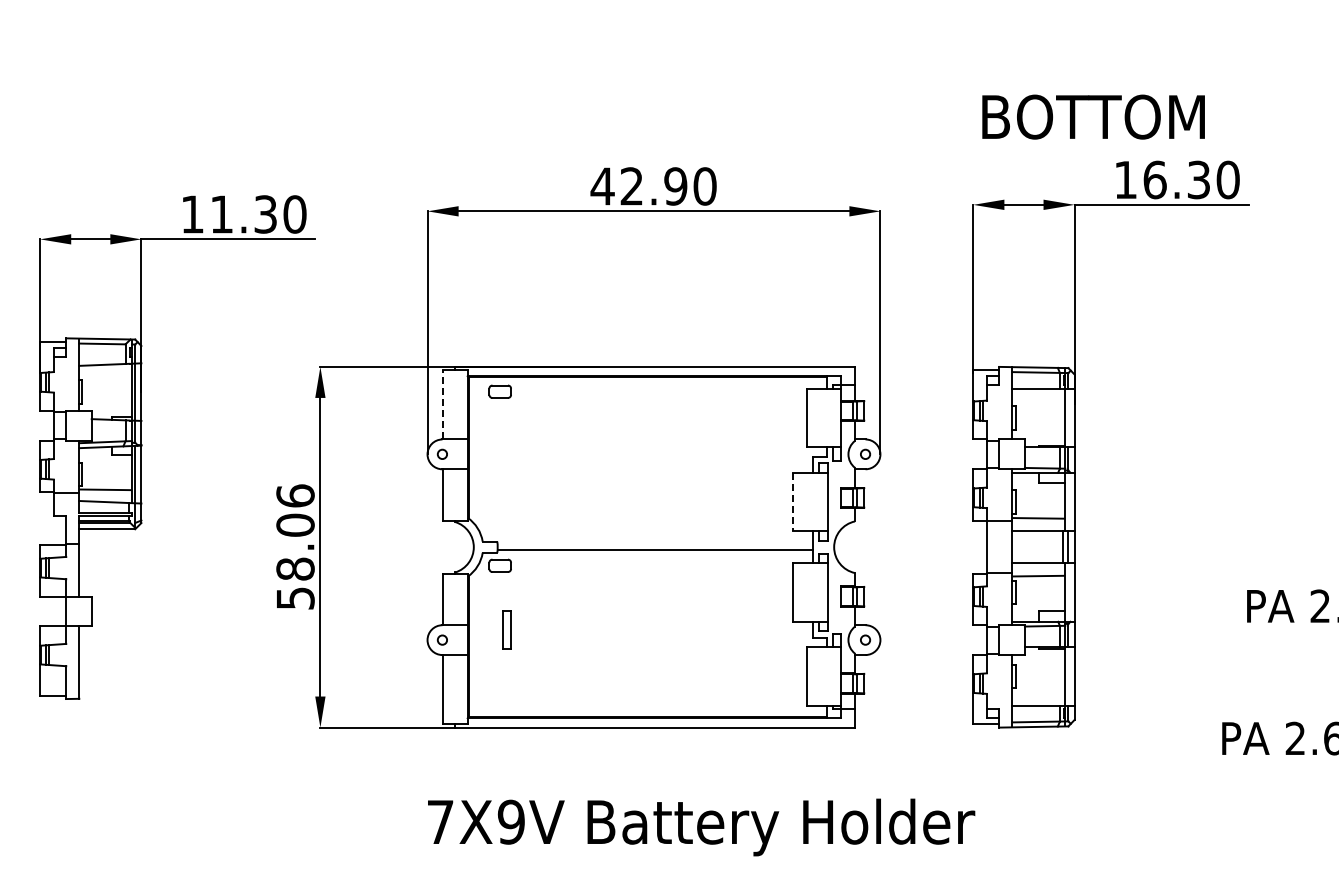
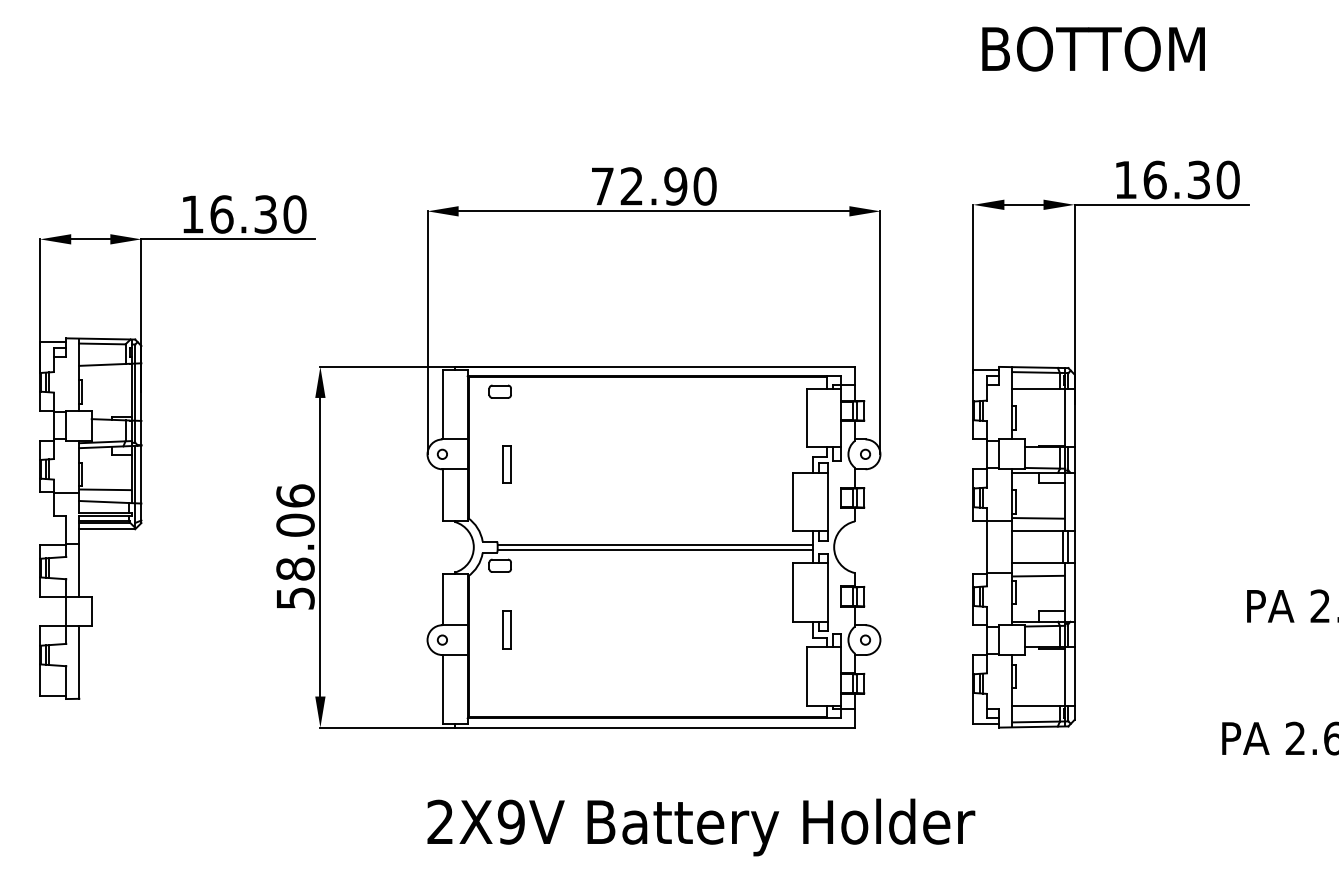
text at (1093, 116) position: (1093, 116) -> (1093, 48)
text at (602, 186): 42.90 -> 72.90
text at (221, 214): 11.30 -> 16.30
line at (442, 404): dashed -> solid
part at (506, 464): none -> present
line at (793, 502): dashed -> solid
line at (654, 544): none -> present
text at (440, 821): 7X9V -> 2X9V
